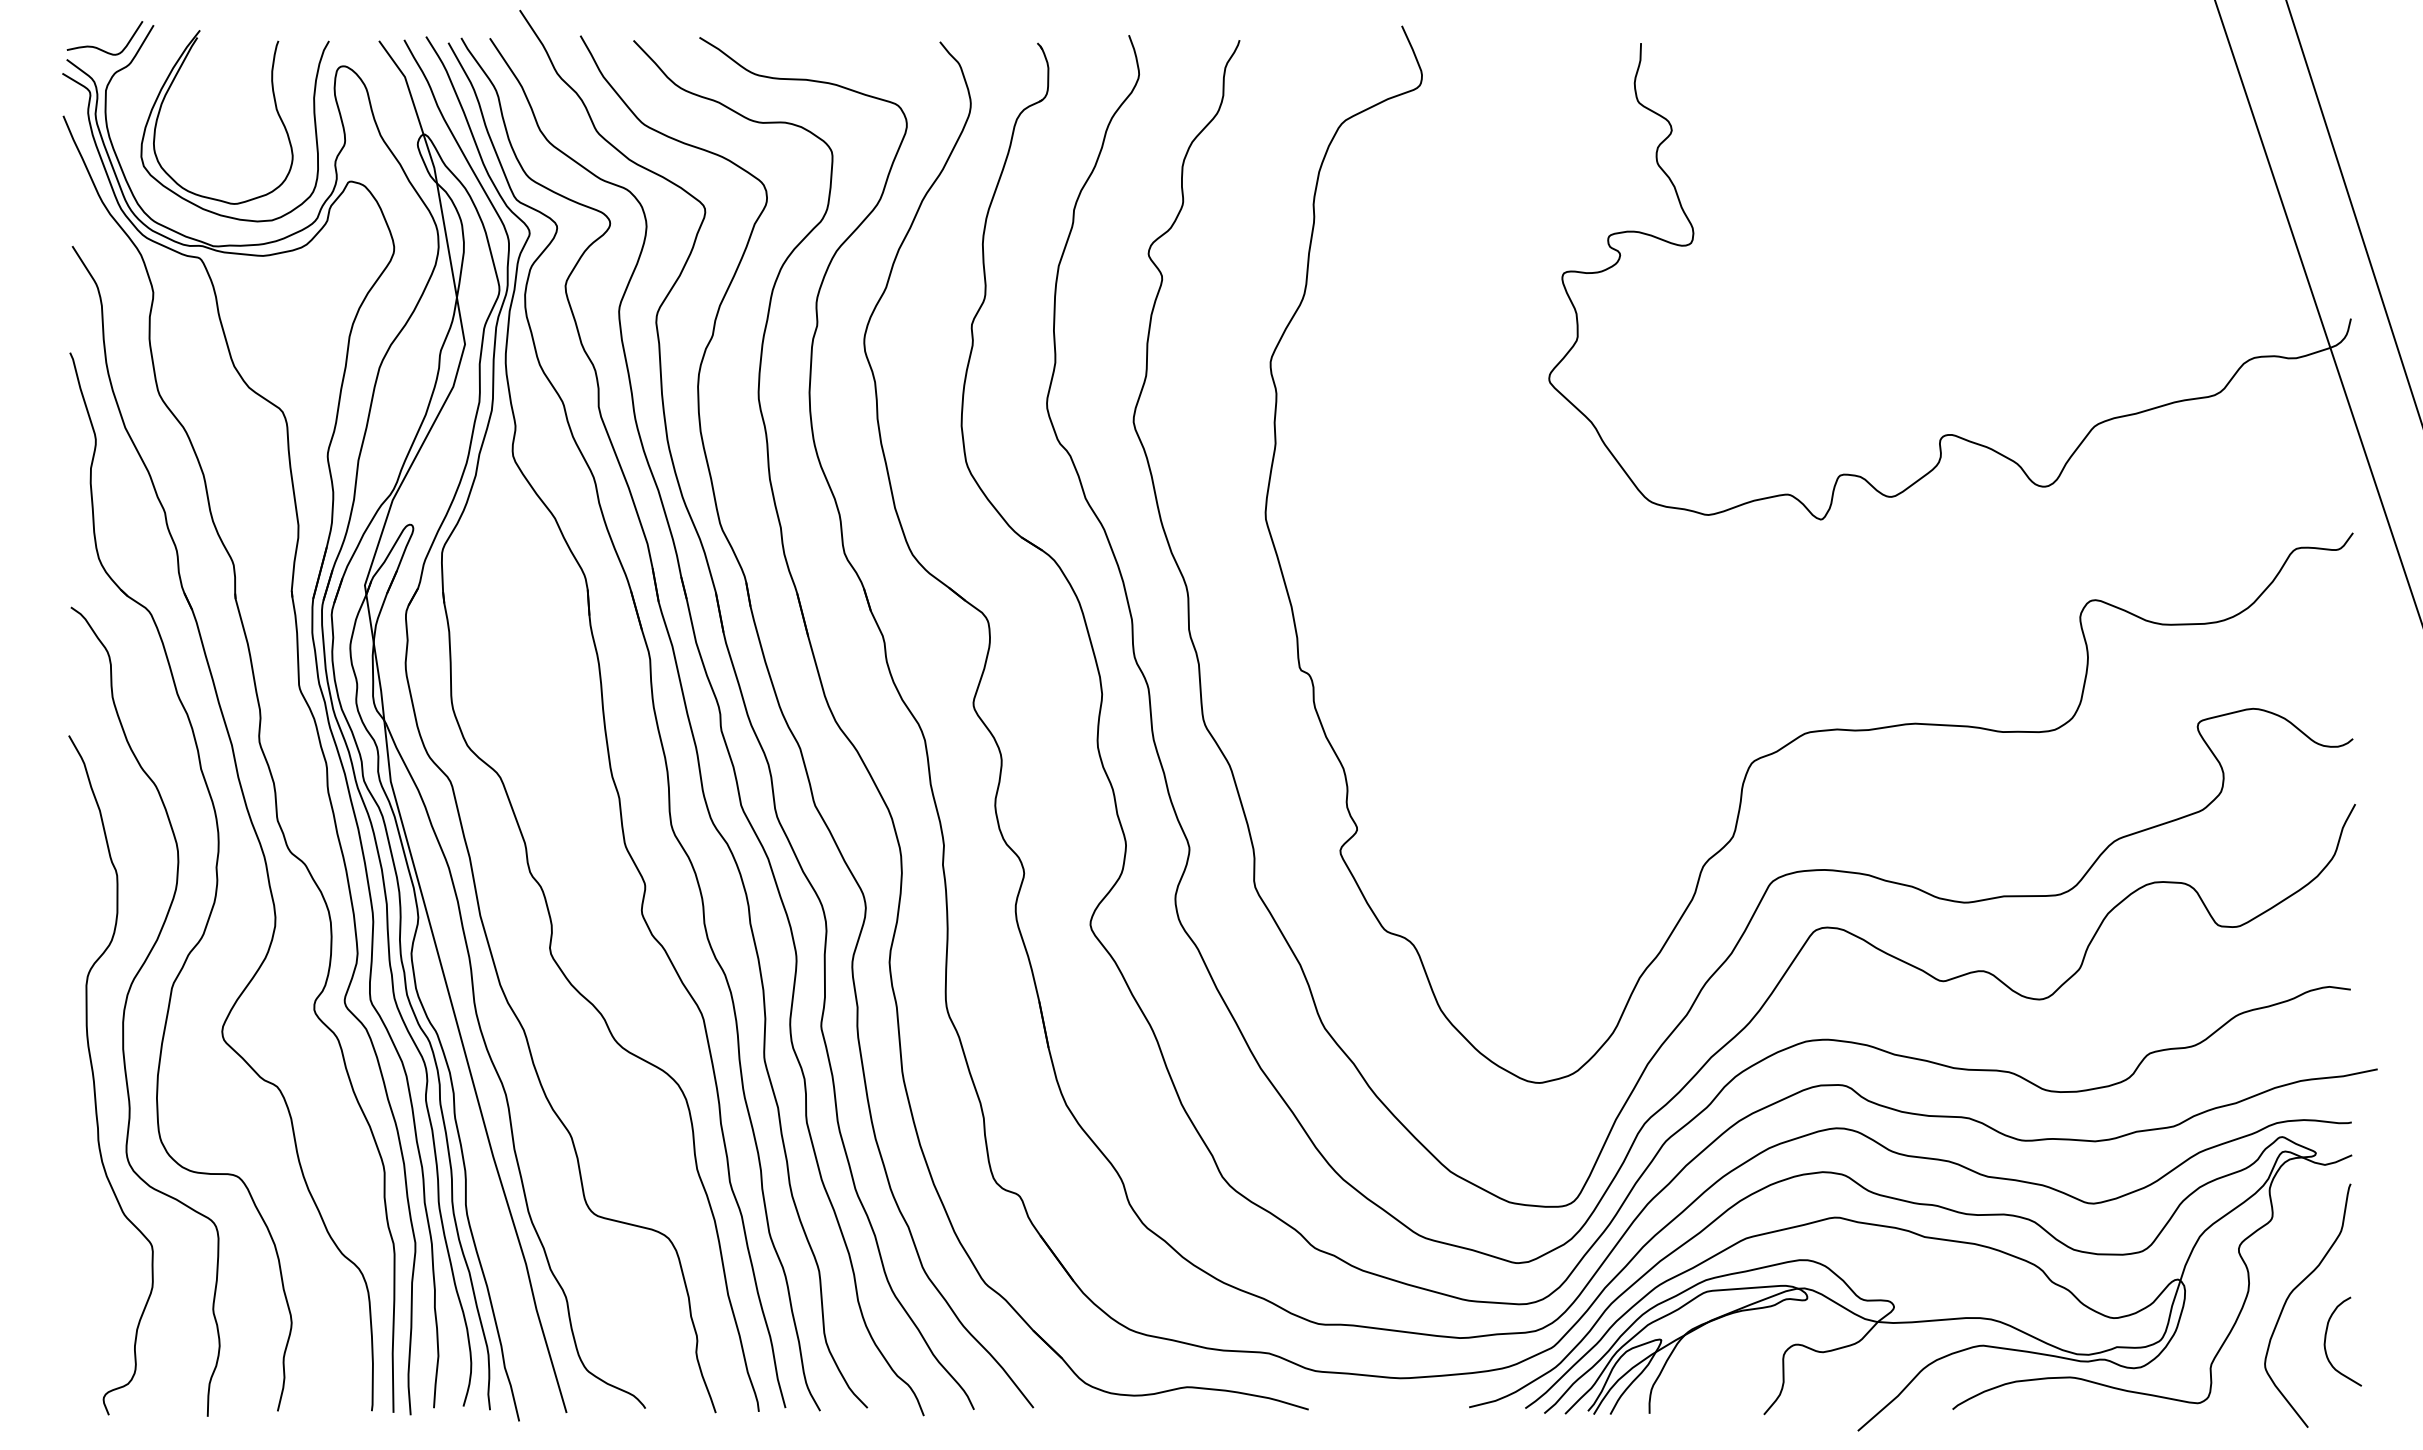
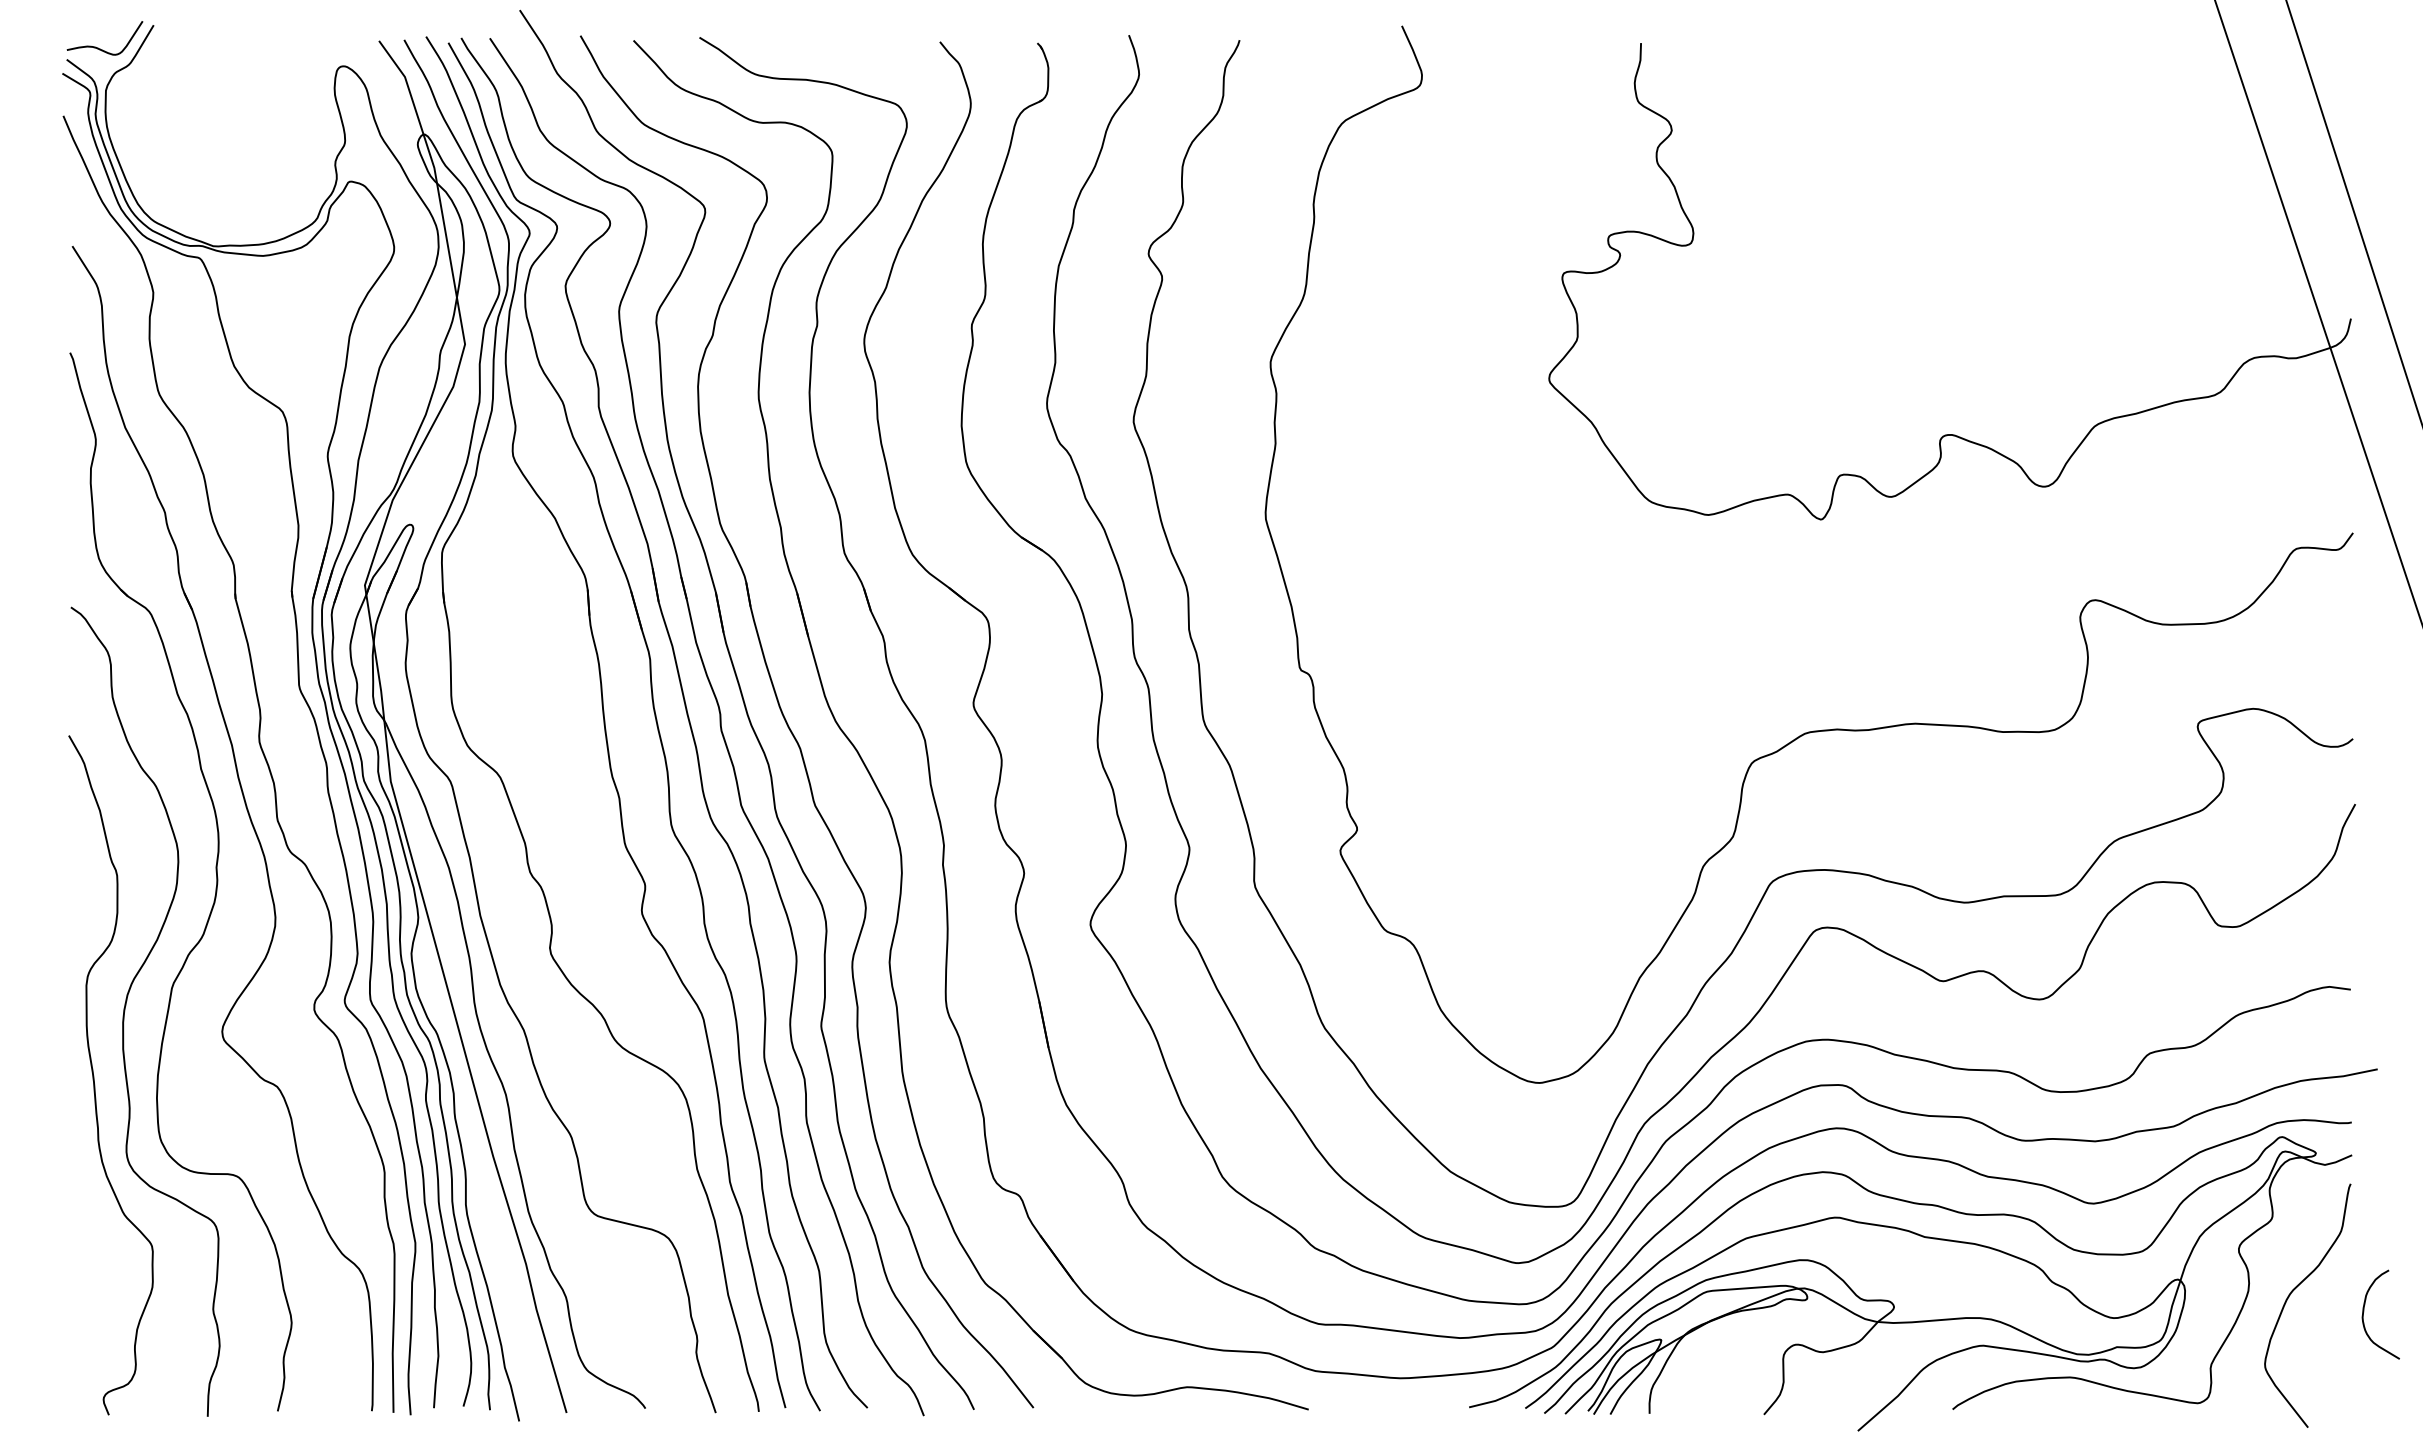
part at (275, 109): present -> none
curve at (2326, 1339) position: (2326, 1339) -> (2364, 1312)
